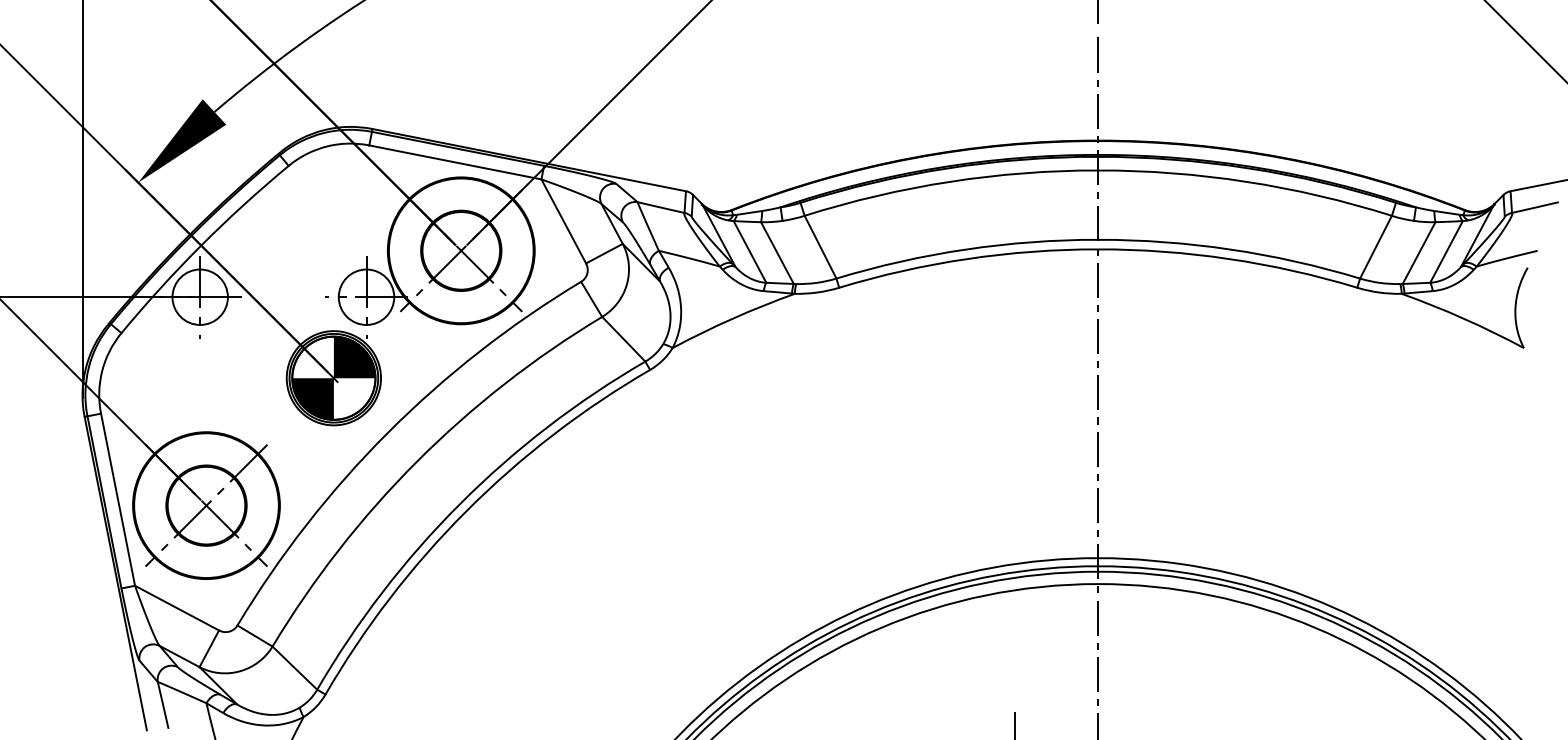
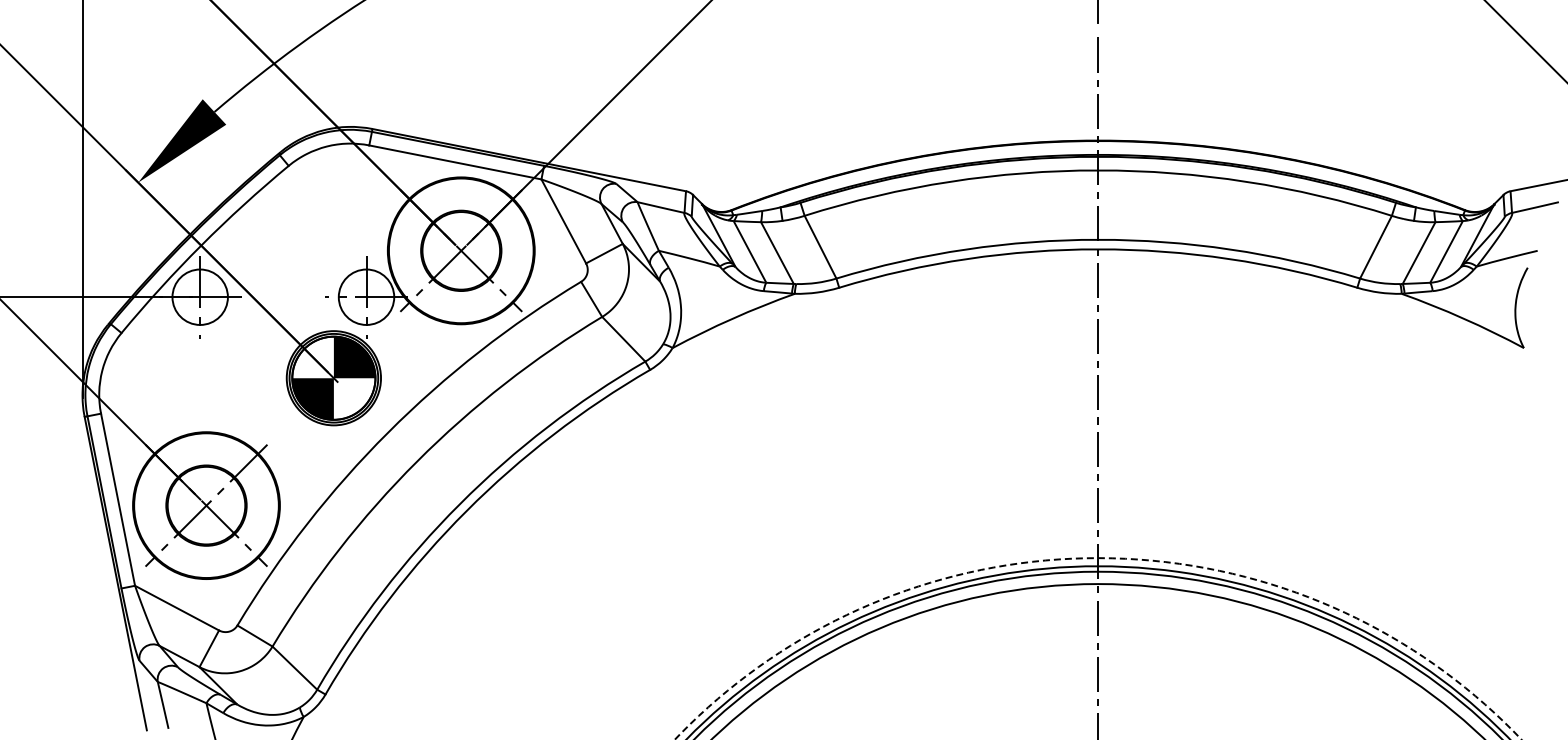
arc at (1098, 558): solid -> dashed
line at (1014, 724): present -> none
